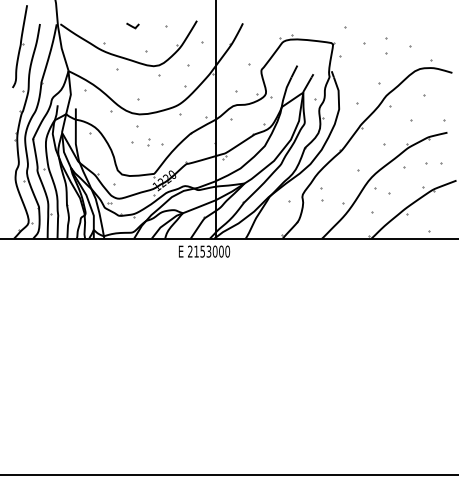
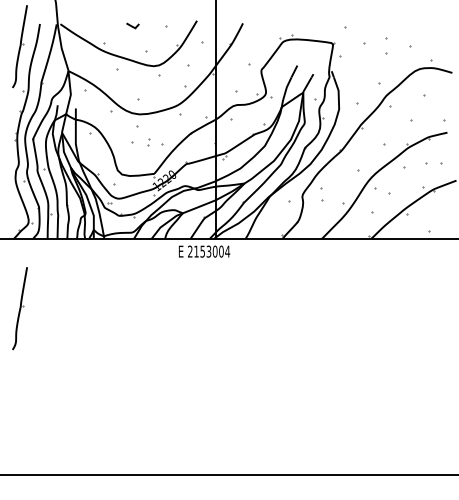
text at (227, 251): 2153000 -> 2153004
part at (19, 308): none -> present
